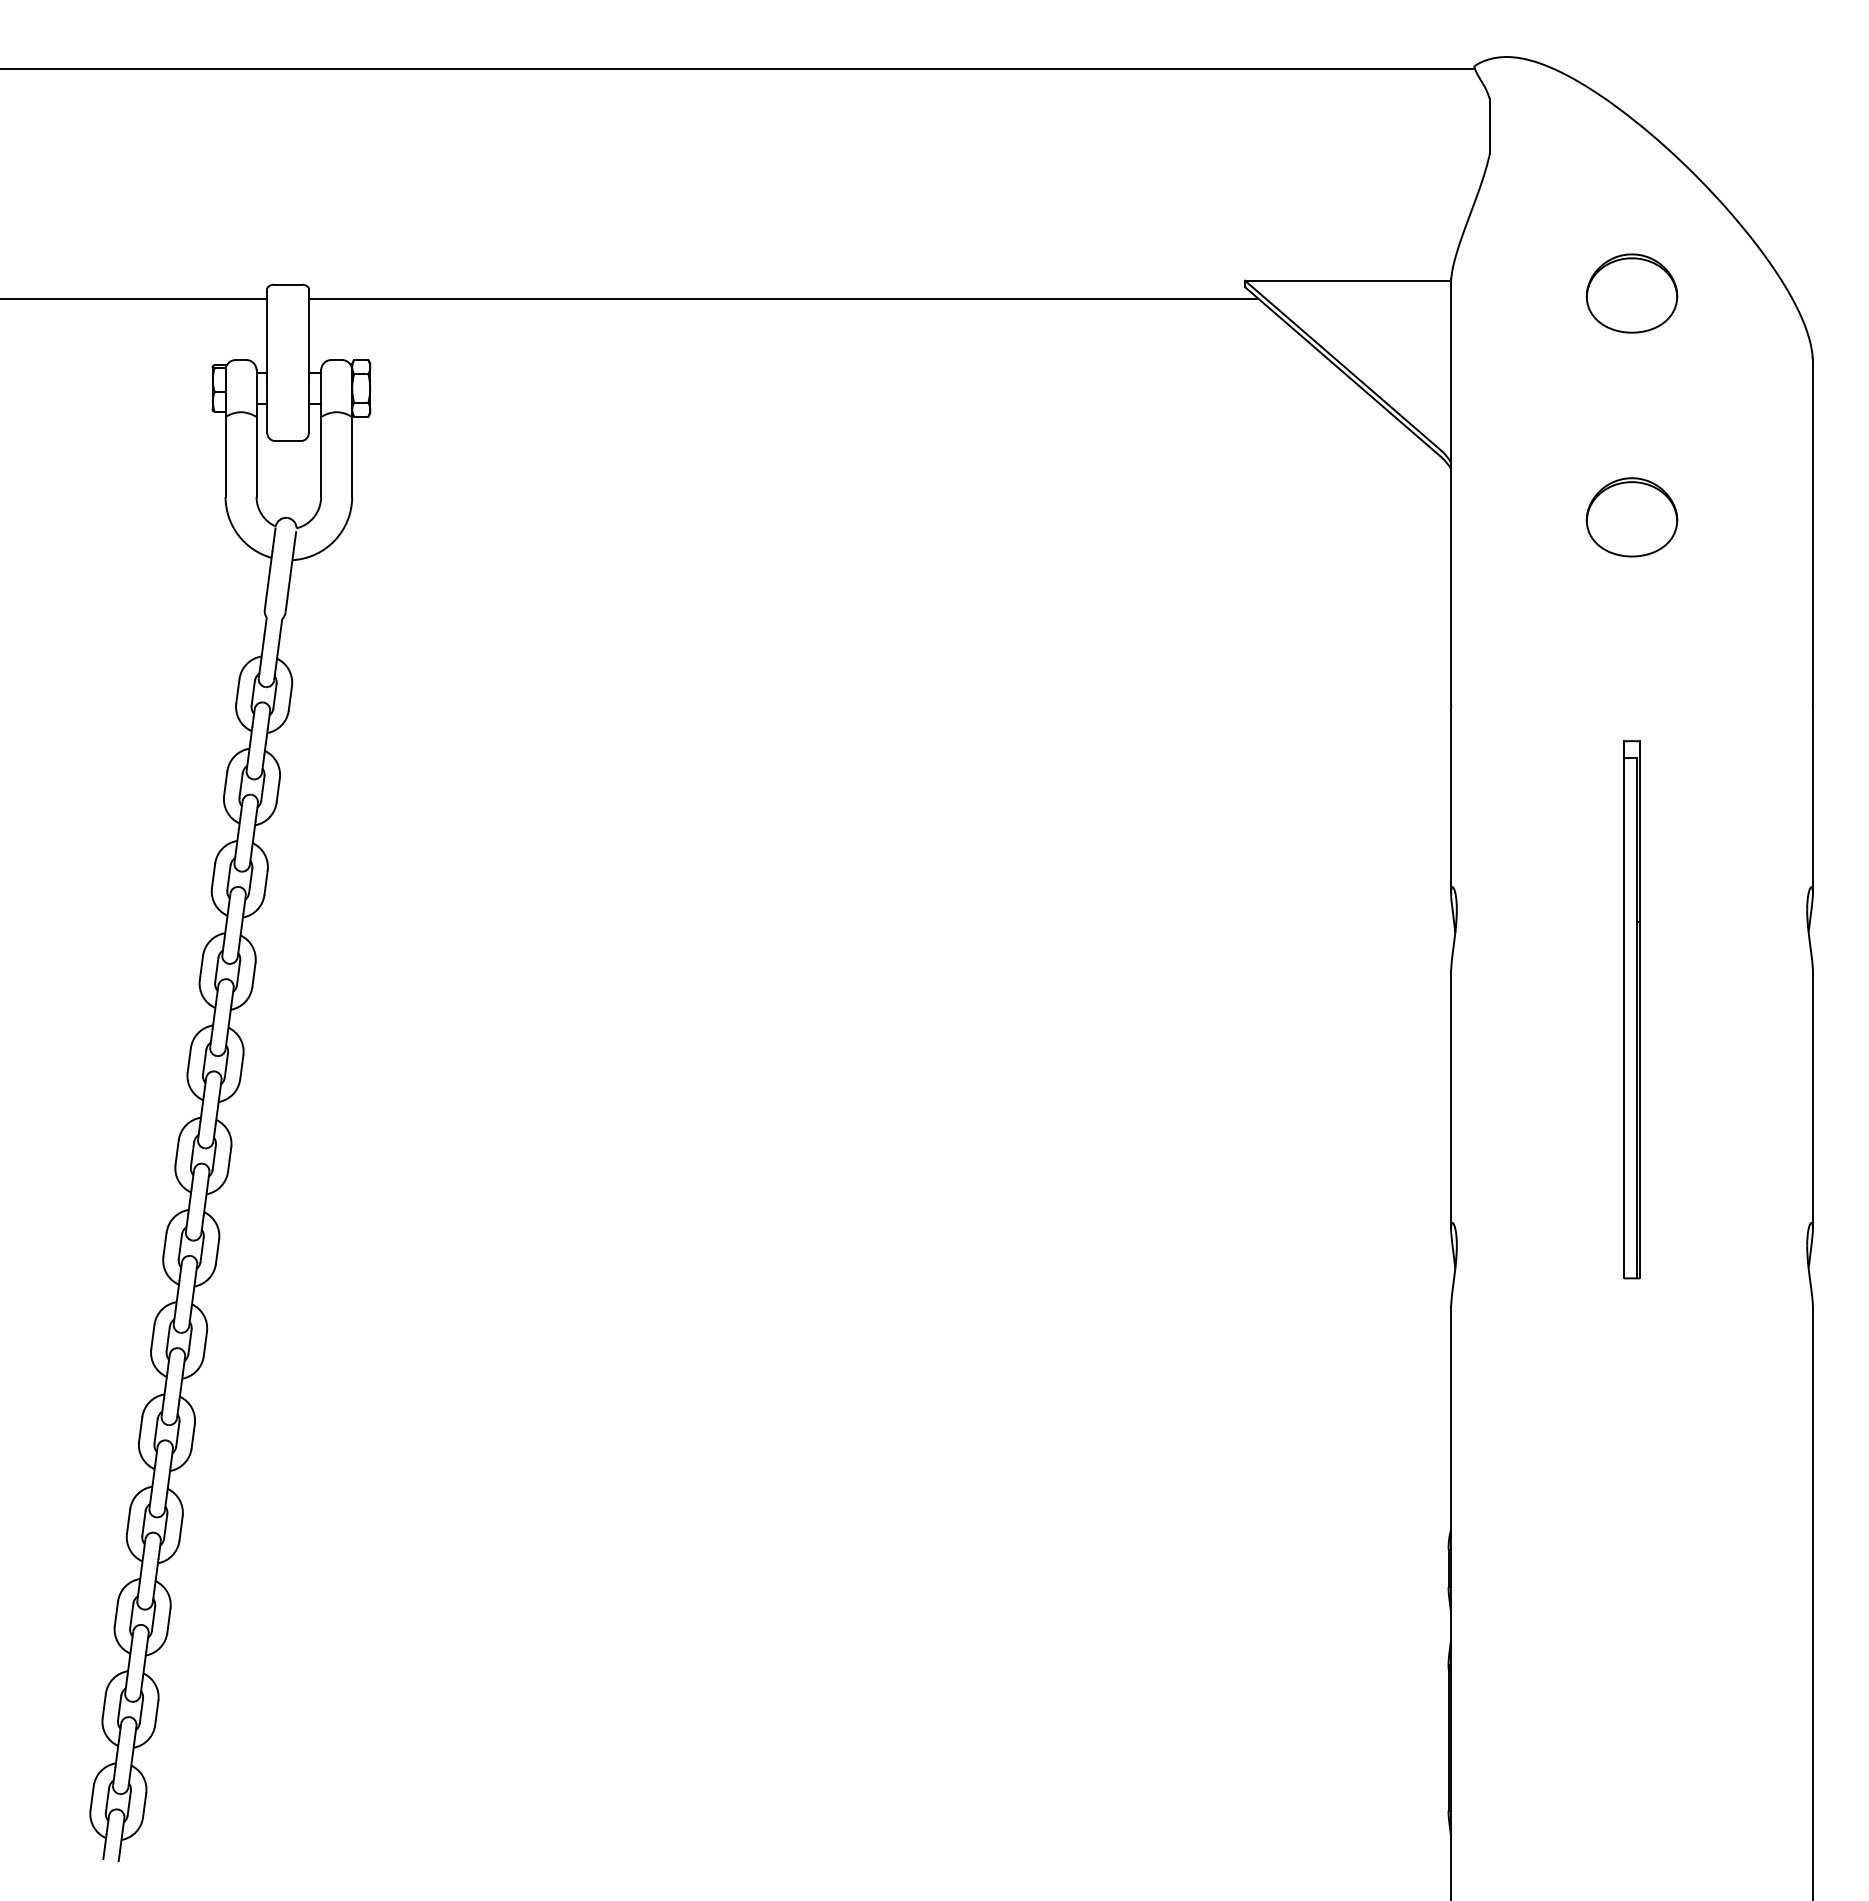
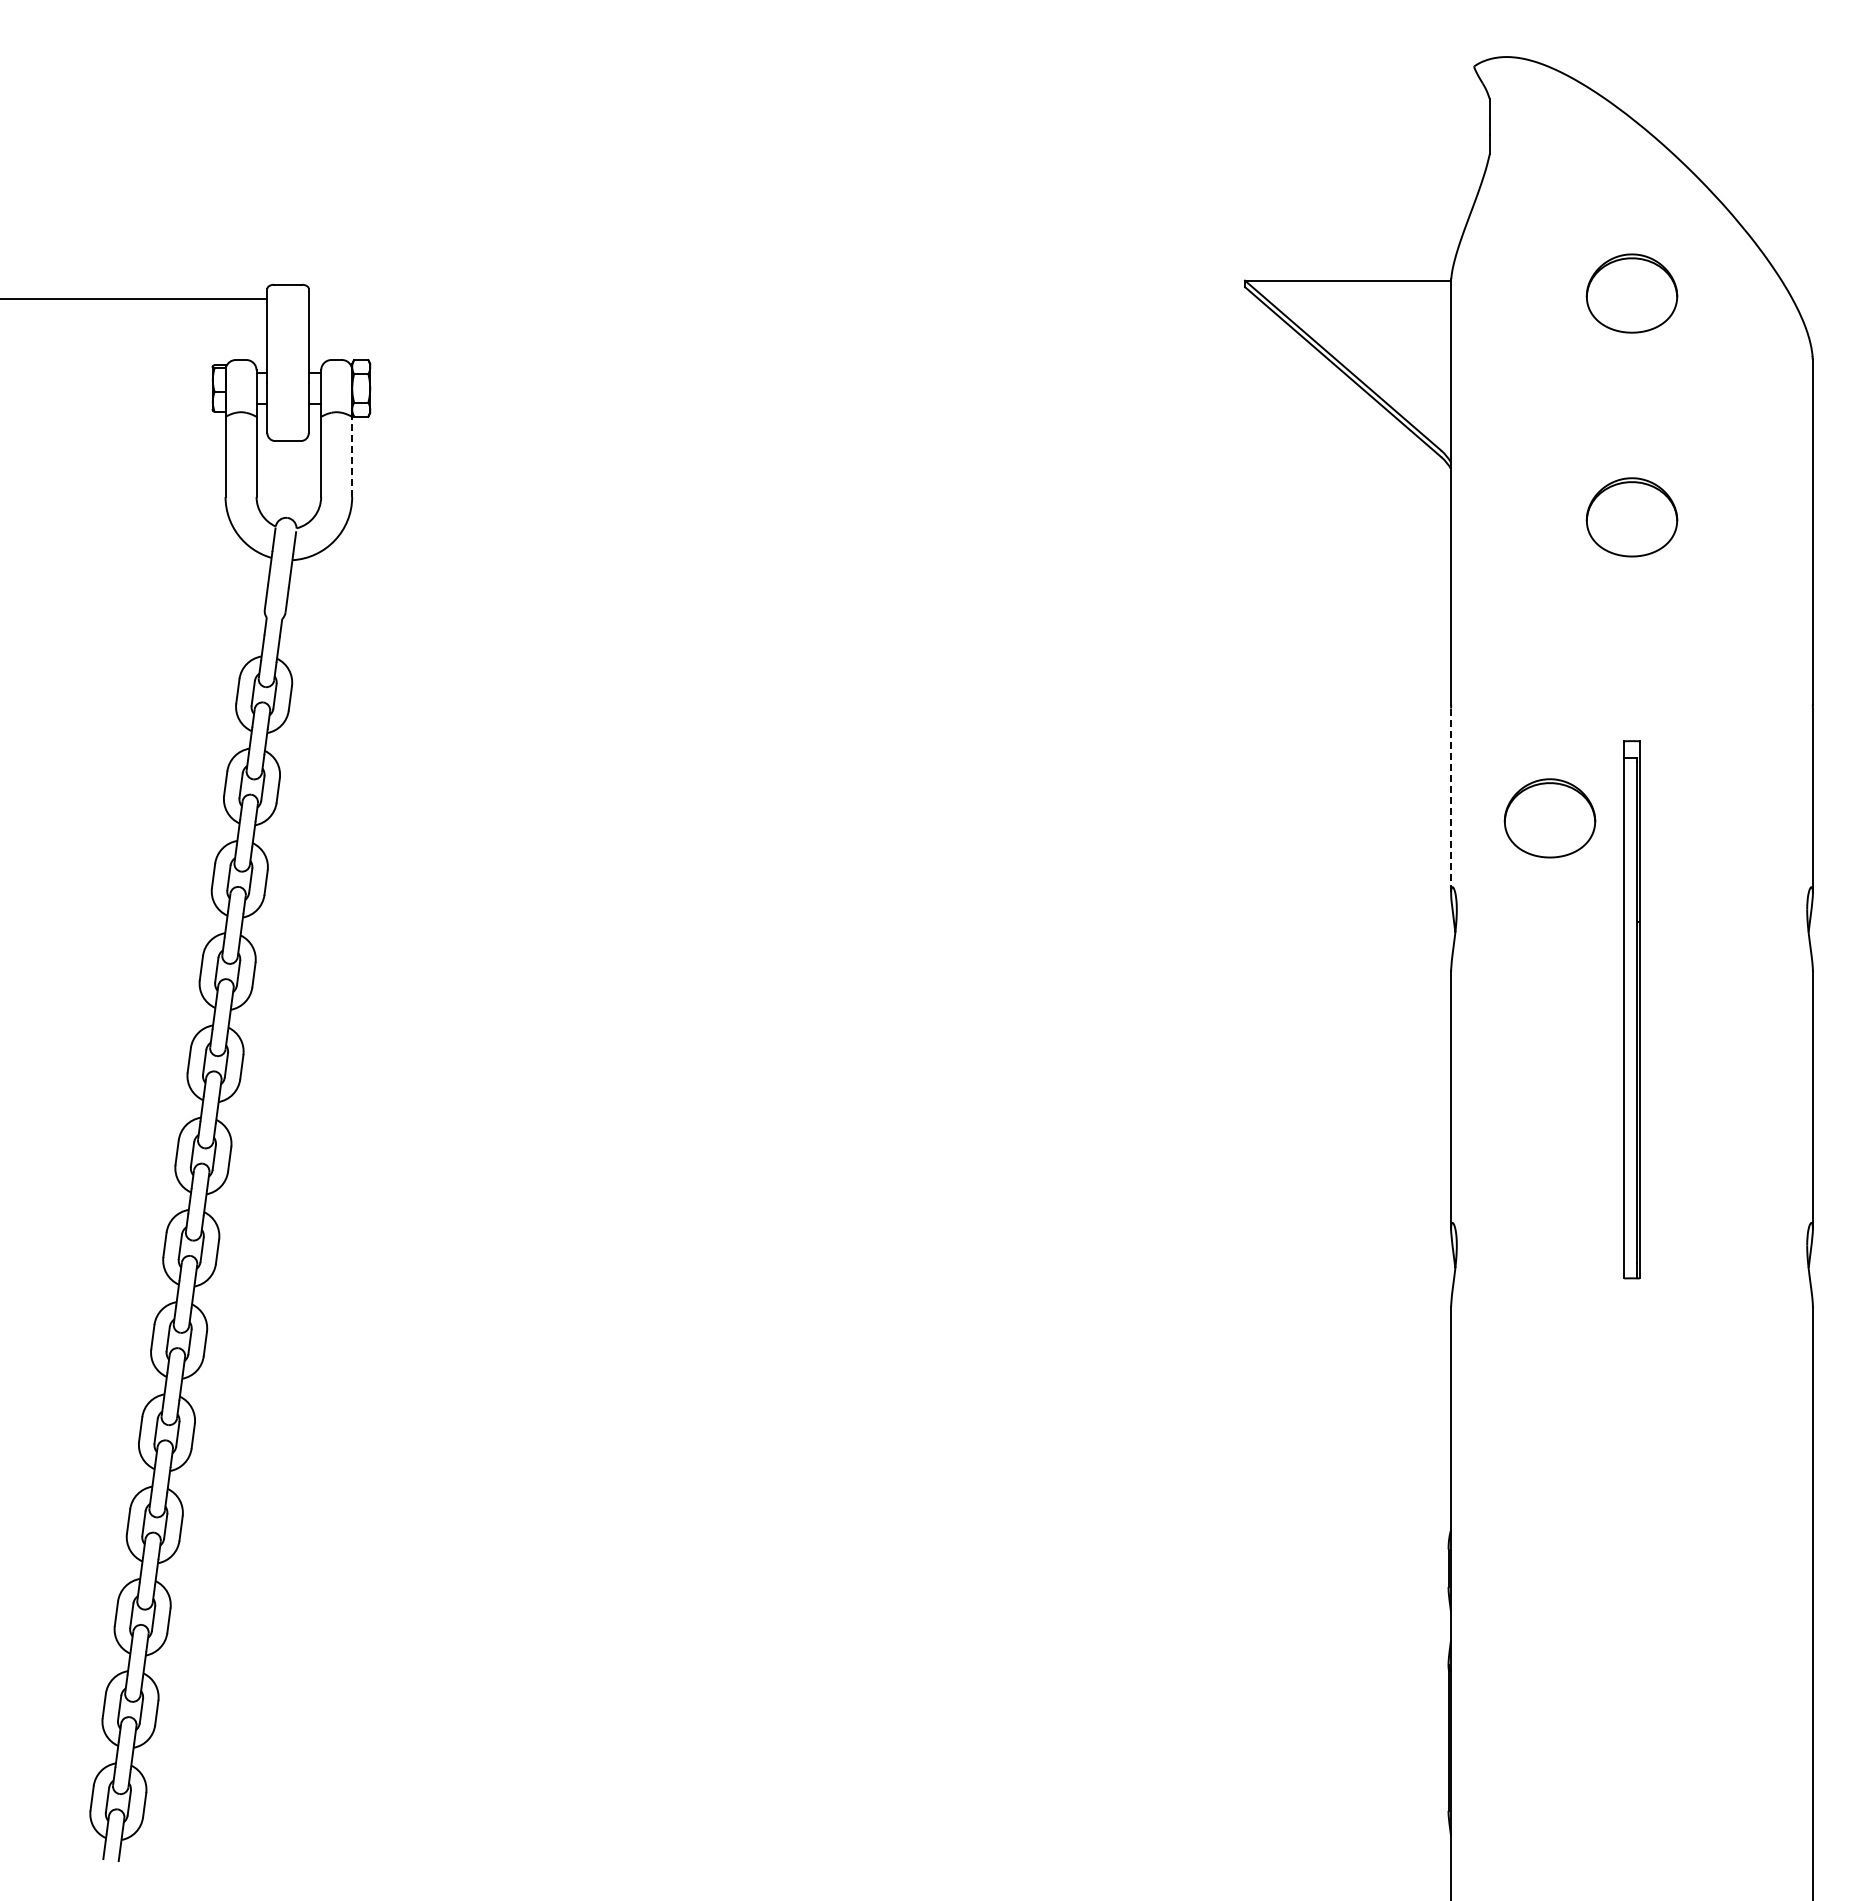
line at (738, 68): present -> none
line at (783, 298): present -> none
line at (352, 456): solid -> dashed
line at (1451, 801): solid -> dashed
part at (1549, 818): none -> present
